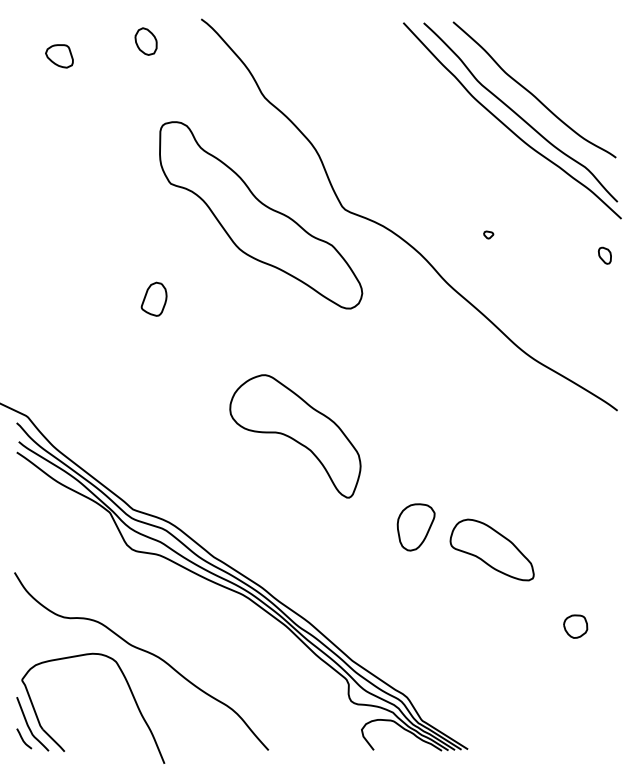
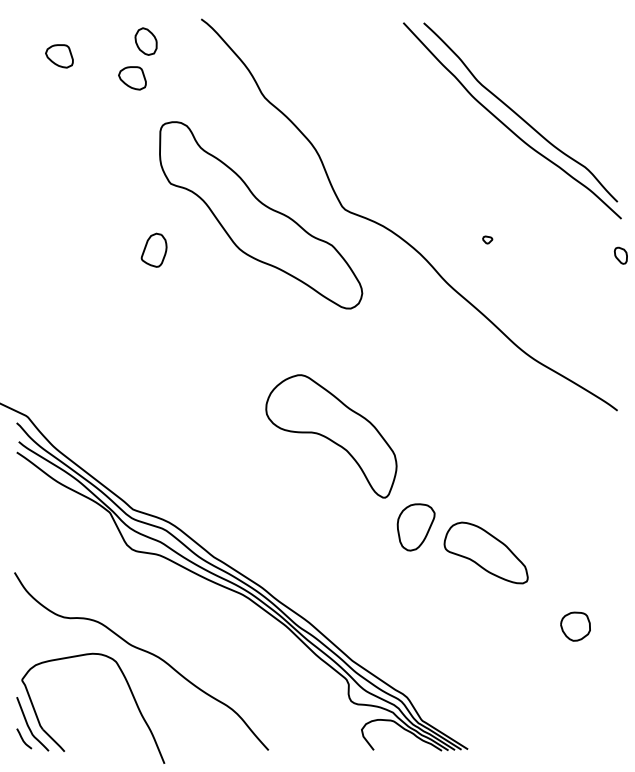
part at (132, 78): none -> present
curve at (531, 92): present -> none
part at (488, 234) position: (488, 234) -> (487, 239)
part at (604, 255) position: (604, 255) -> (620, 255)
part at (153, 298) position: (153, 298) -> (153, 249)
part at (295, 436) position: (295, 436) -> (331, 436)
part at (491, 549) position: (491, 549) -> (485, 552)
part at (575, 626) size: 26x25 px -> 31x31 px
